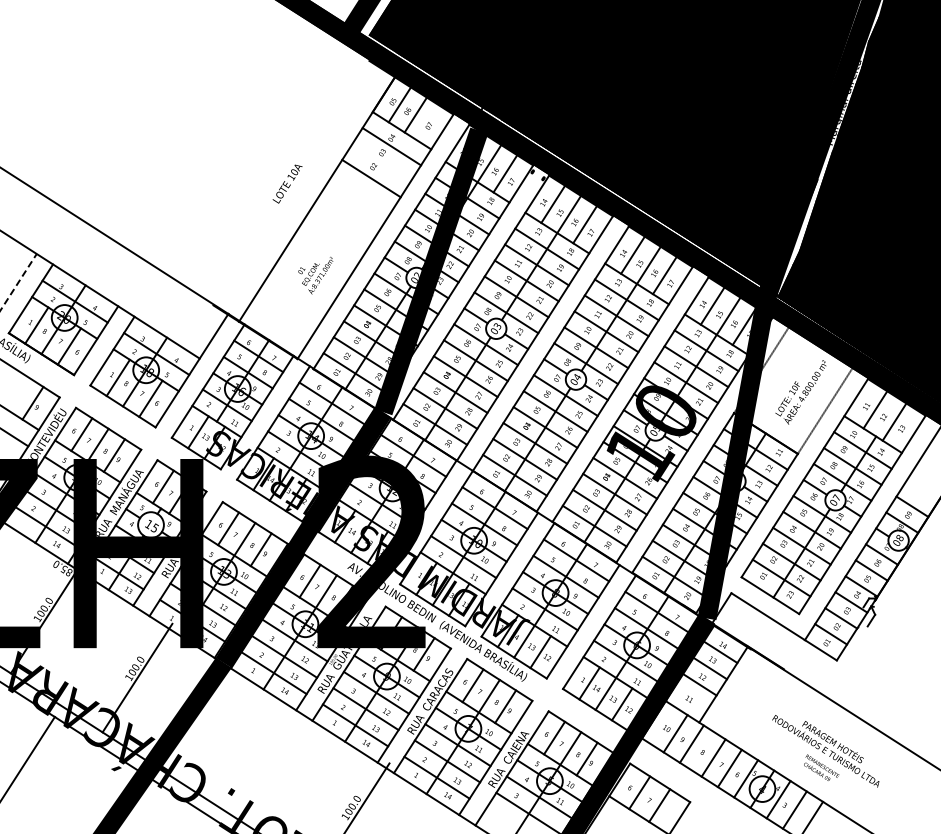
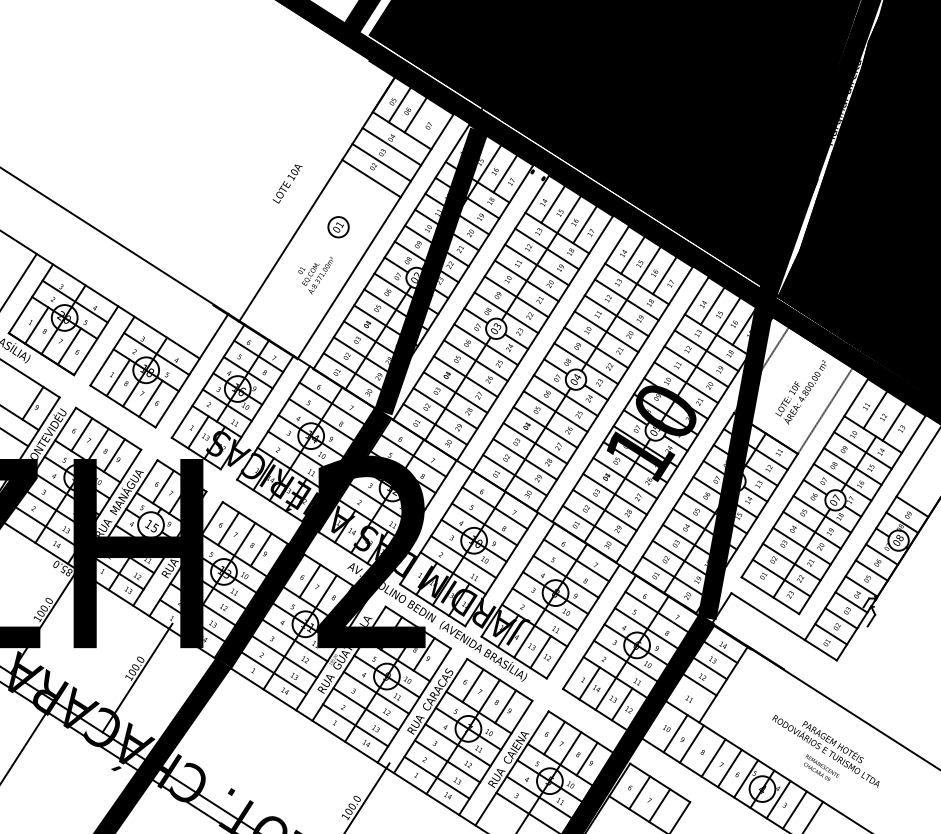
line at (381, 162): none -> present
part at (338, 227): none -> present
line at (18, 282): dashed -> solid
line at (28, 757) position: (28, 757) -> (24, 746)
